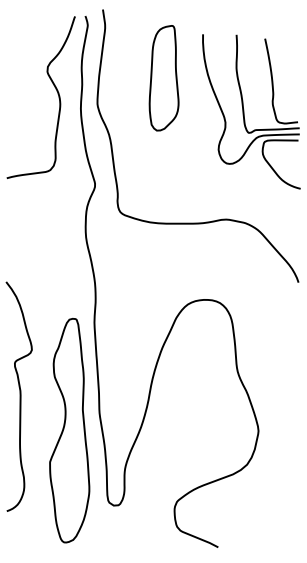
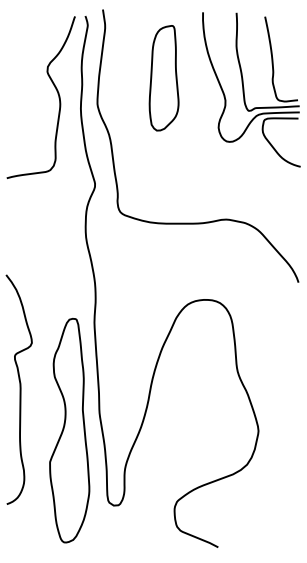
part at (244, 111) position: (244, 111) -> (244, 89)
curve at (19, 396) position: (19, 396) -> (19, 389)
